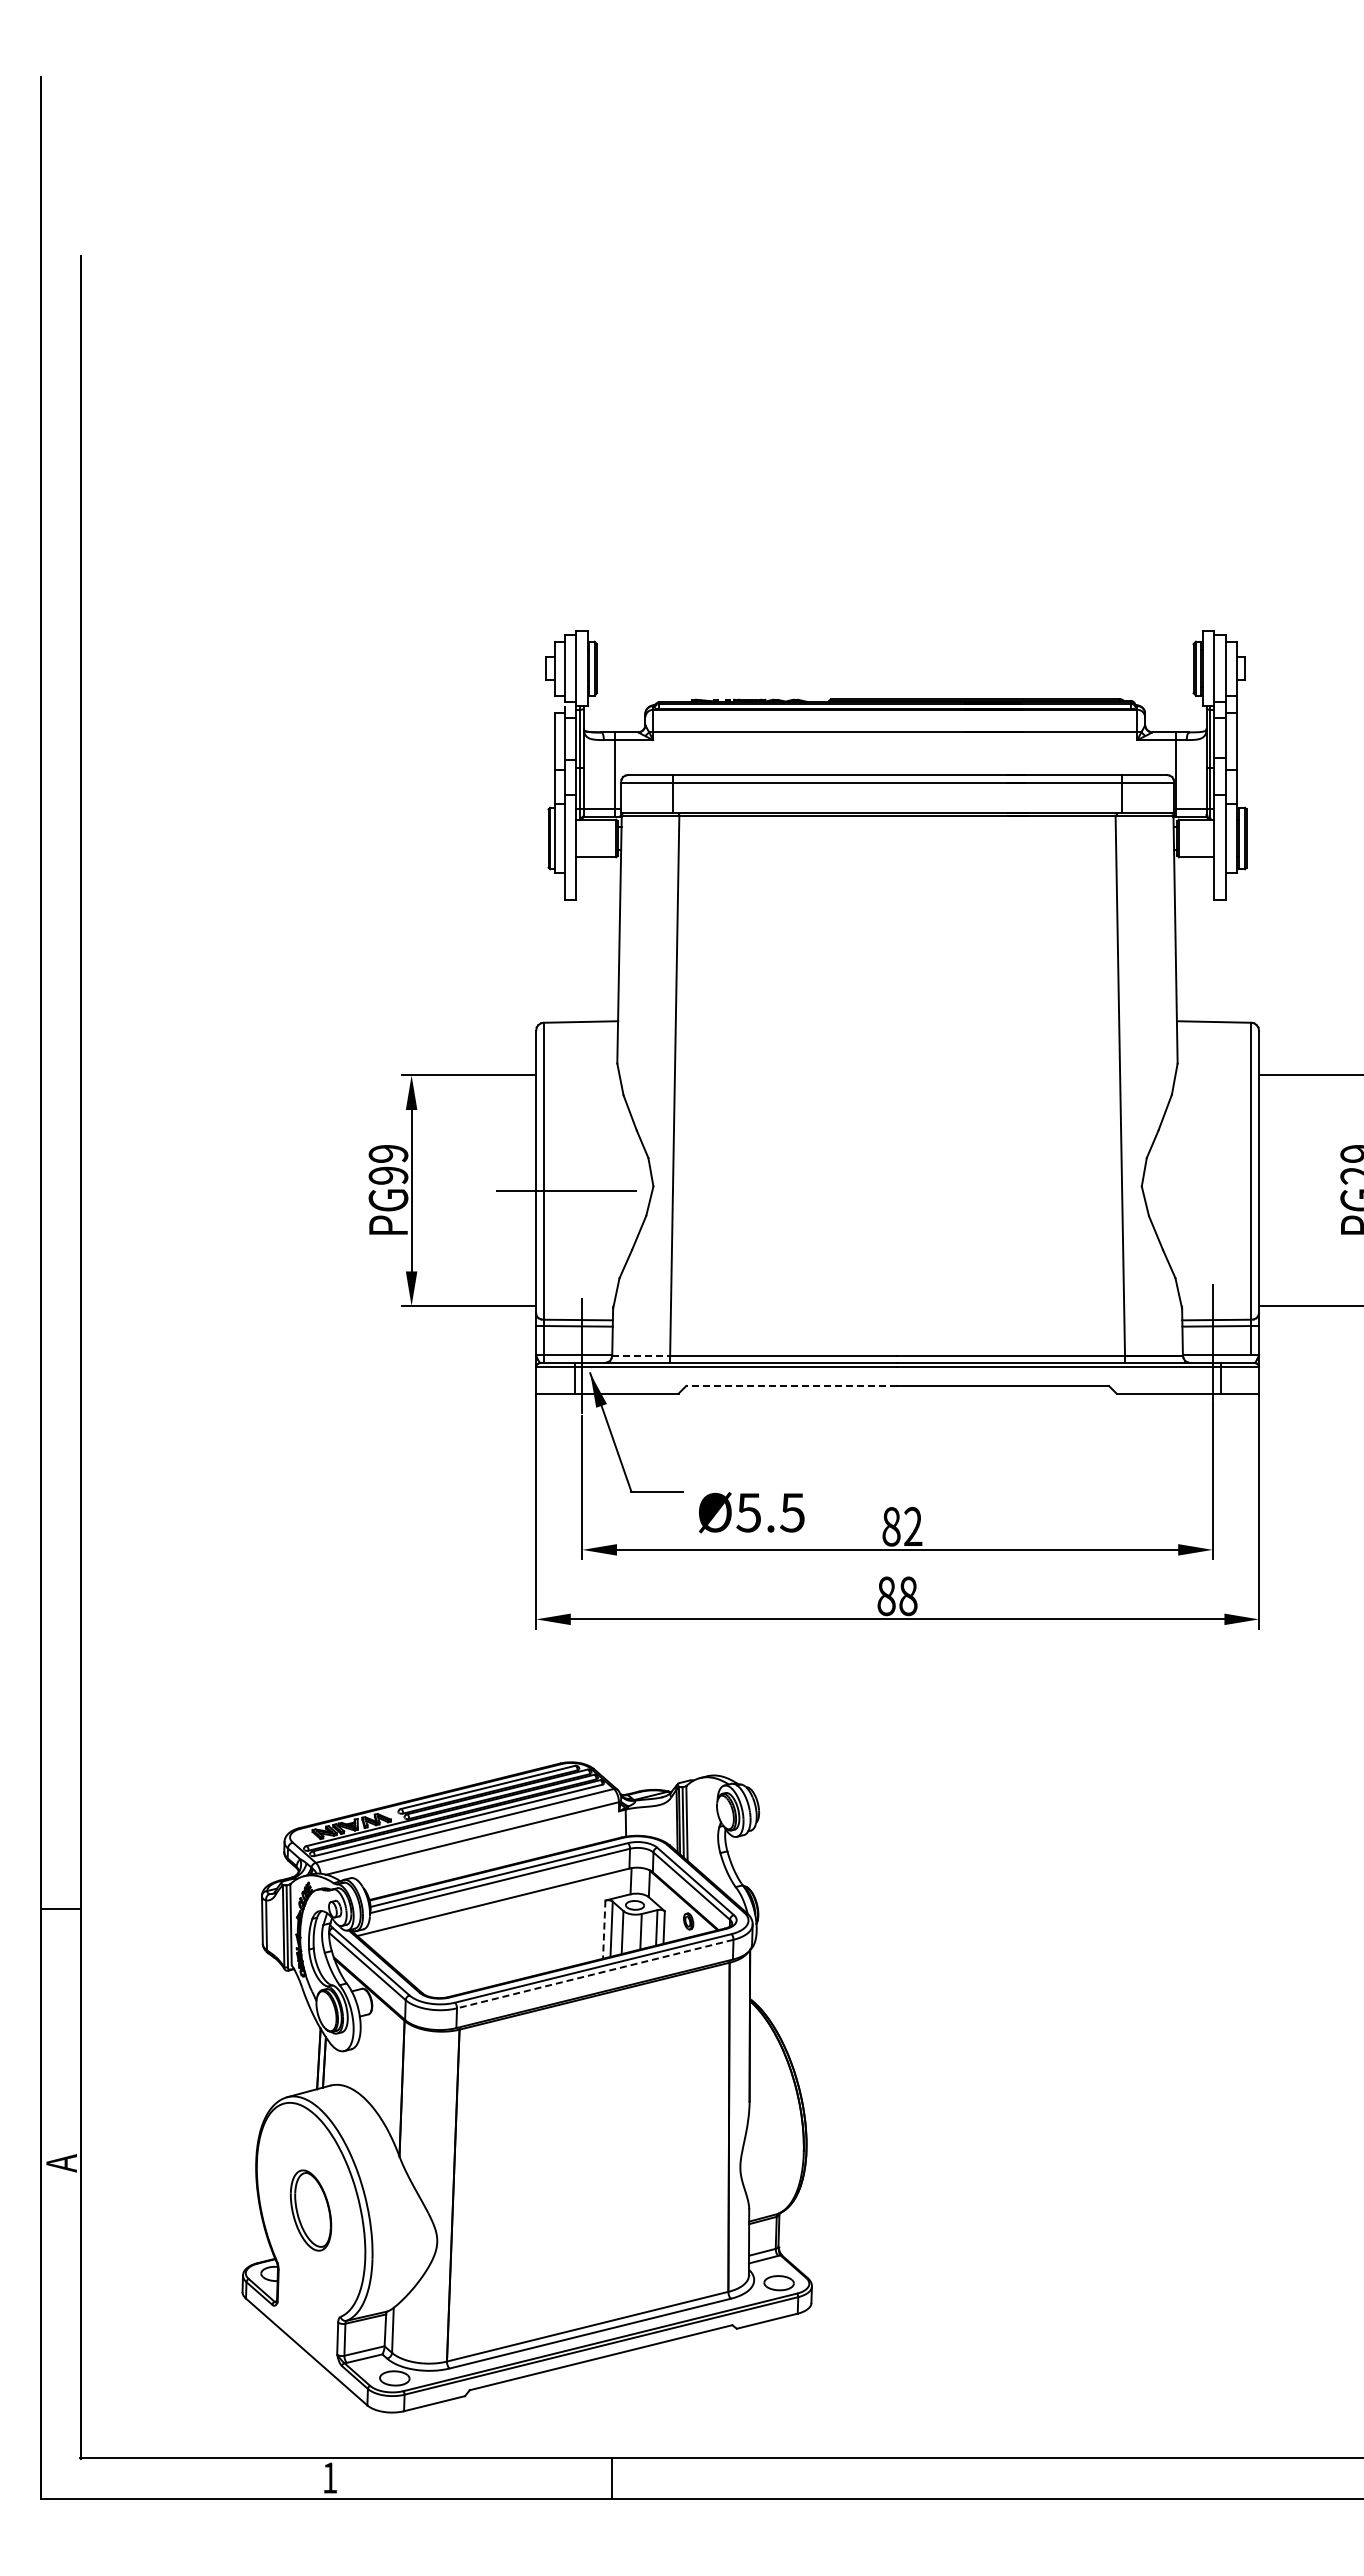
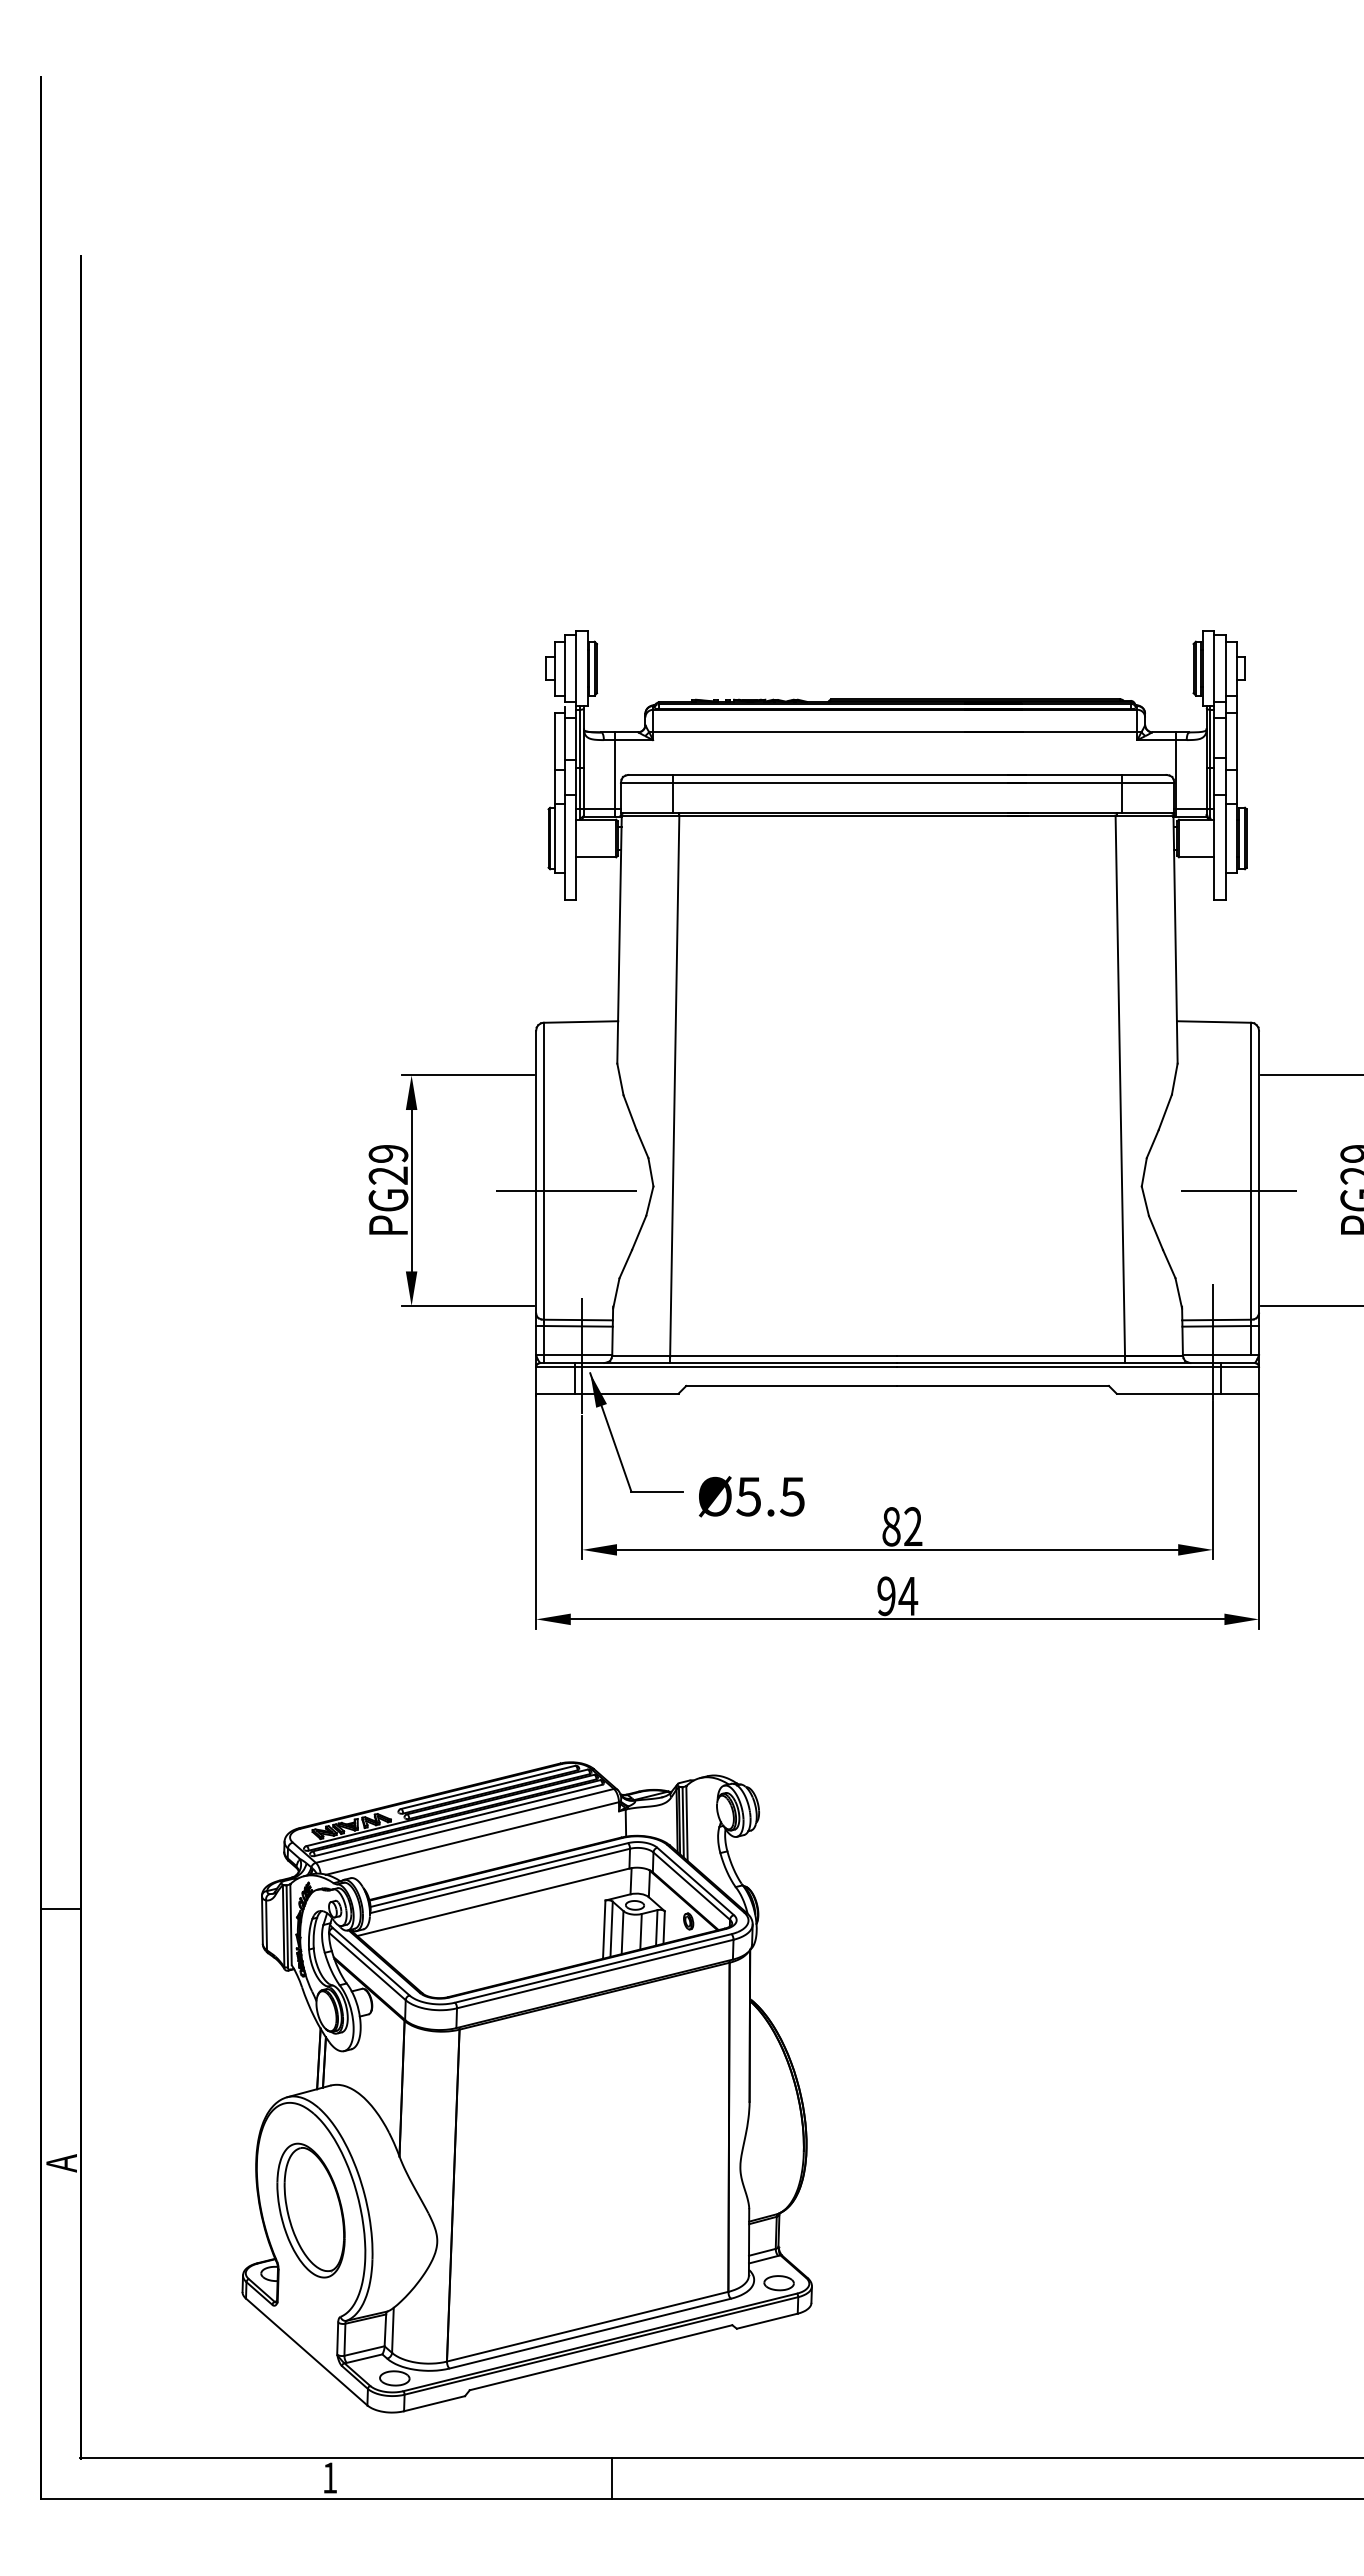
text at (388, 1175): PG99 -> PG29
line at (1238, 1190): none -> present
line at (641, 1355): dashed -> solid
line at (791, 1385): dashed -> solid
text at (751, 1512) position: (751, 1512) -> (751, 1496)
text at (897, 1596): 88 -> 94
line at (604, 1930): dashed -> solid
line at (594, 1974): dashed -> solid
part at (310, 2210) size: 44x83 px -> 70x137 px
